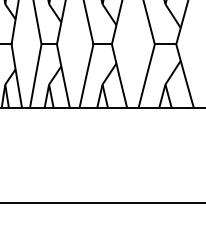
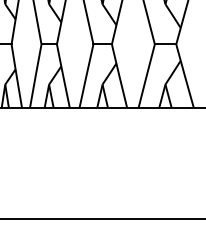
line at (102, 203) position: (102, 203) -> (102, 219)
